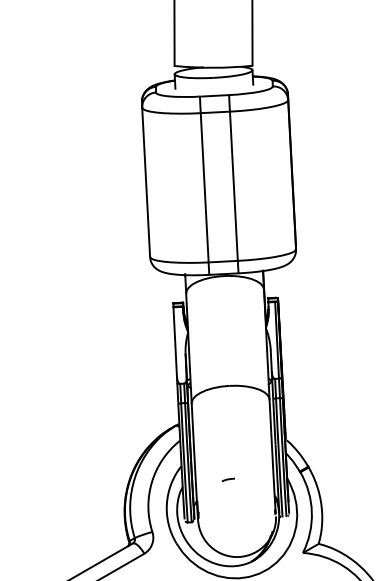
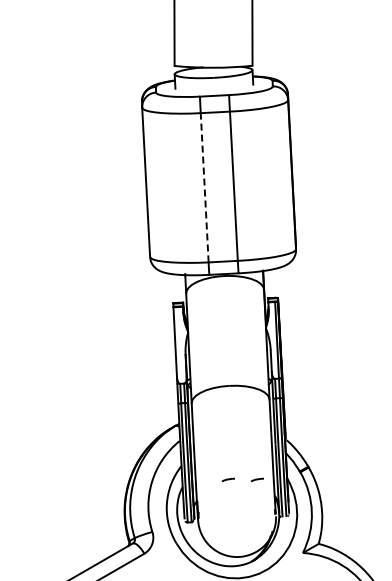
line at (204, 187): solid -> dashed
curve at (256, 479): none -> present
